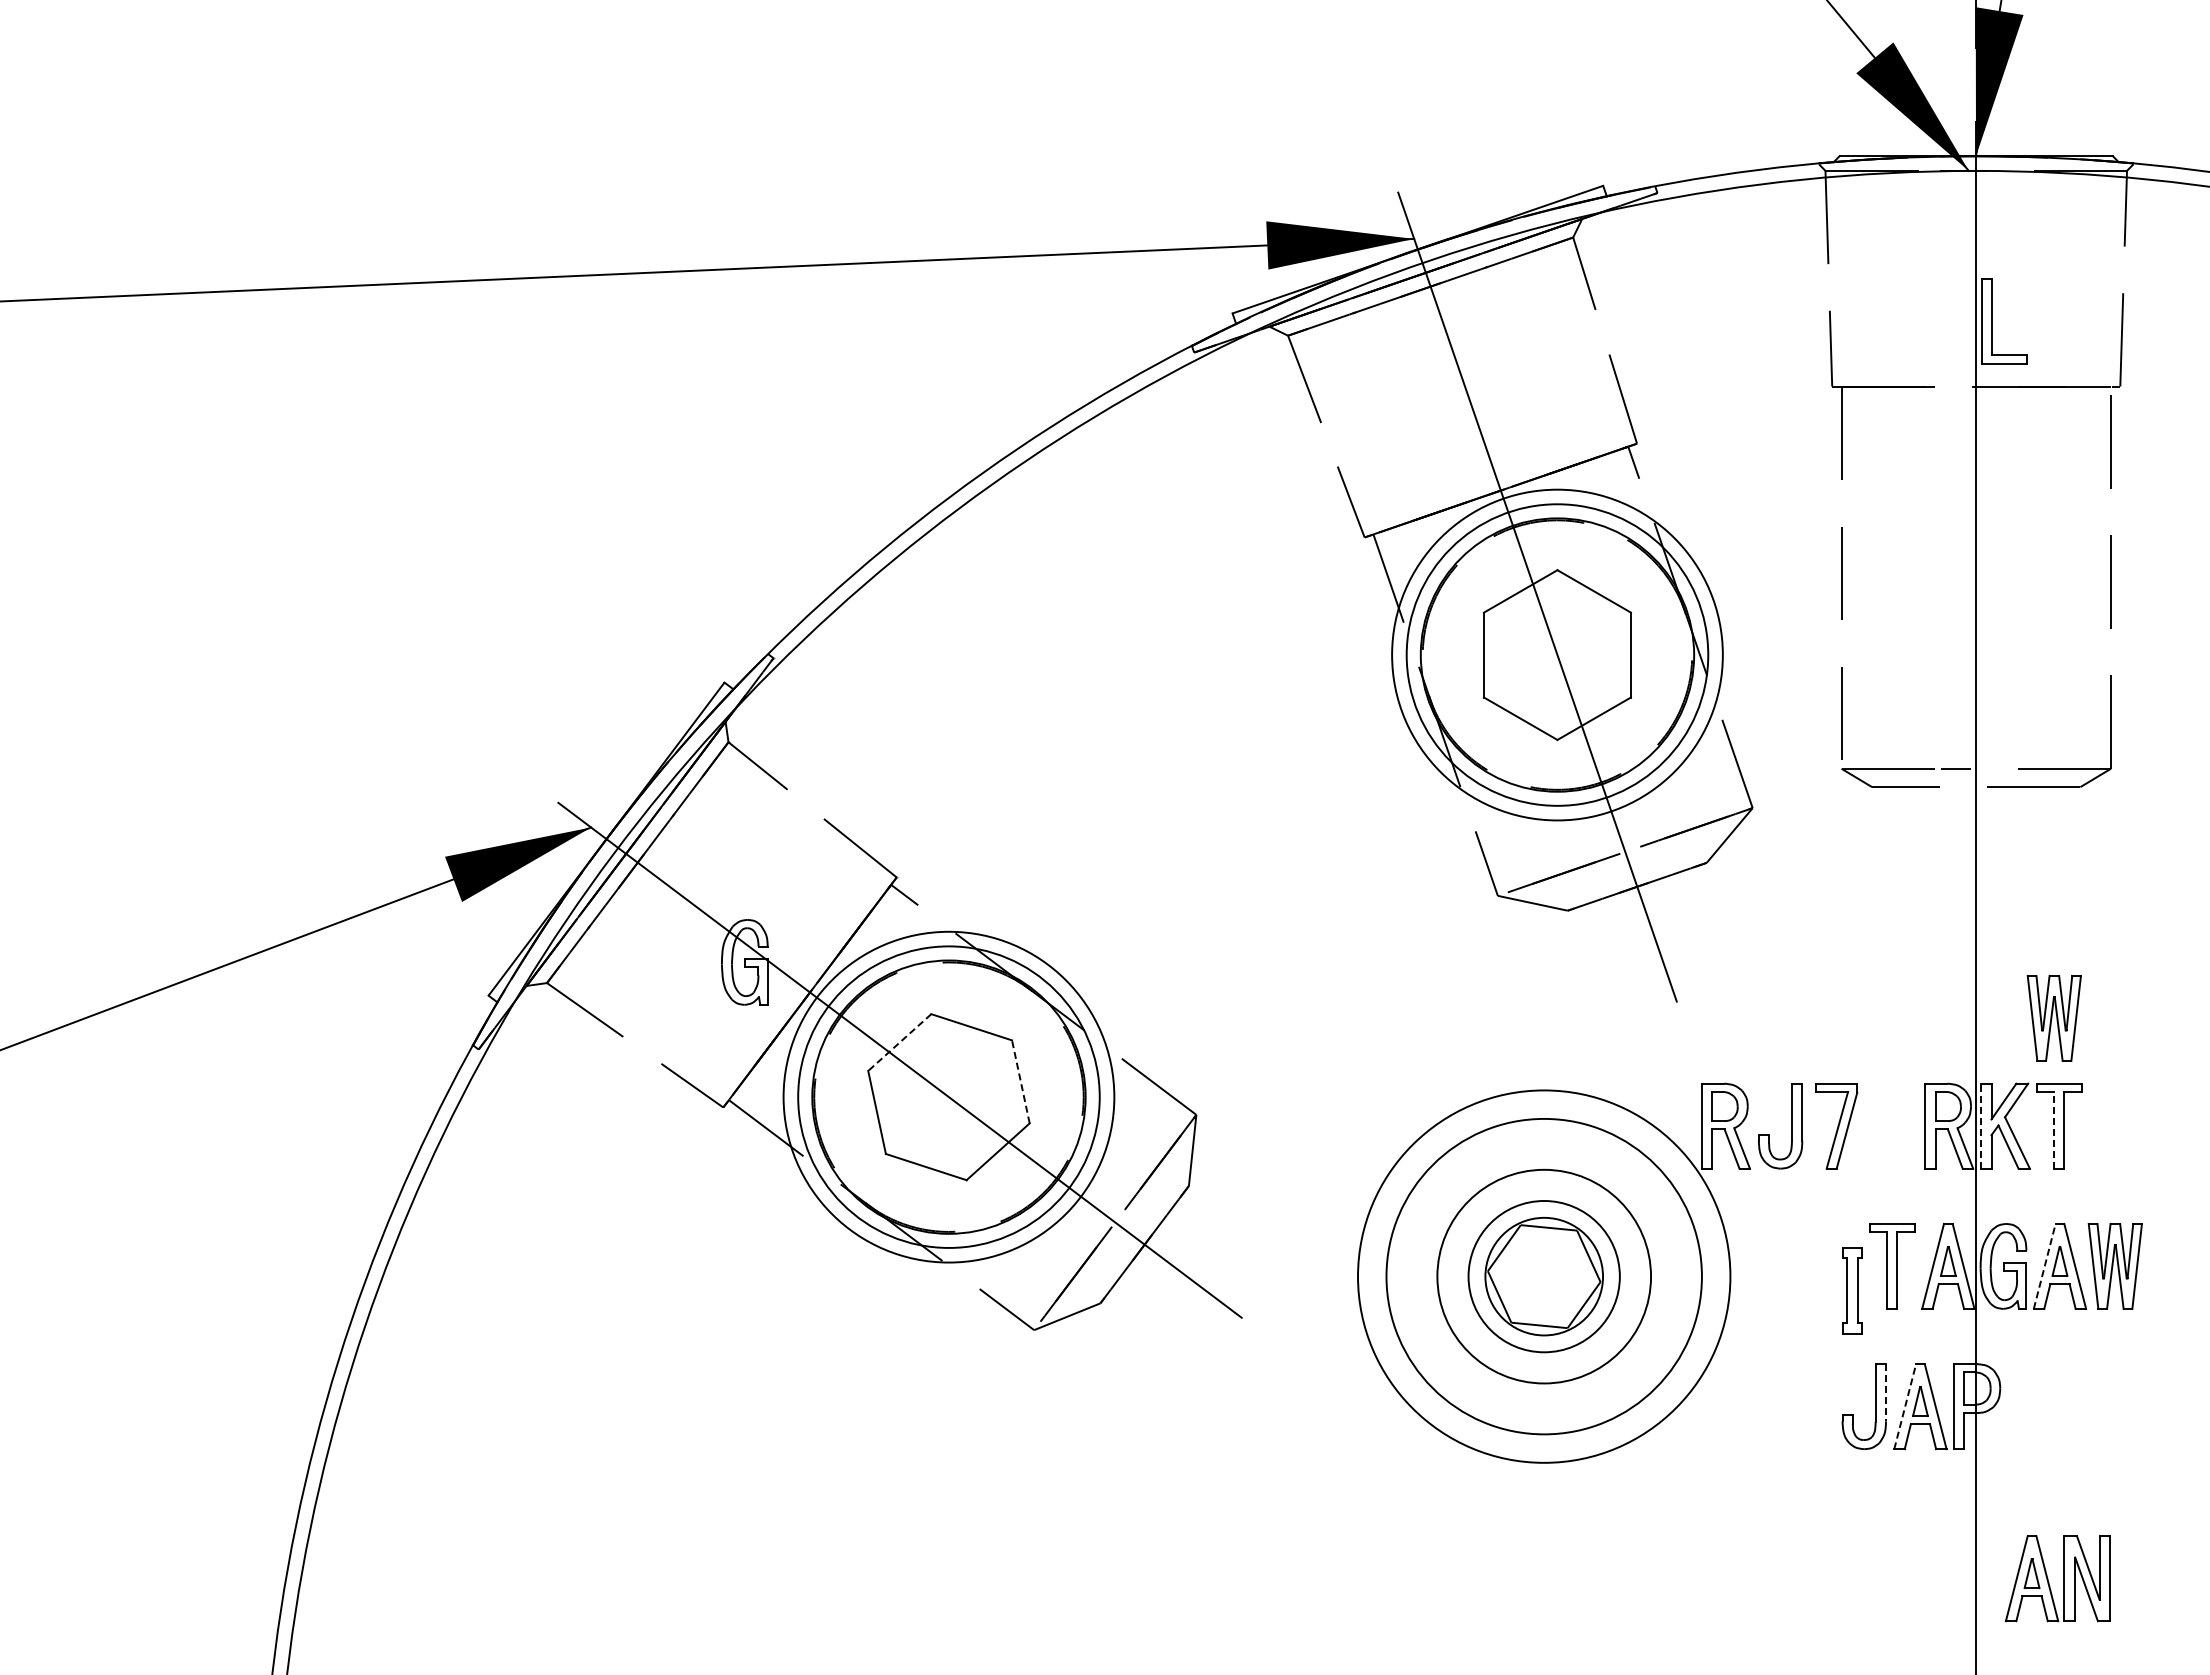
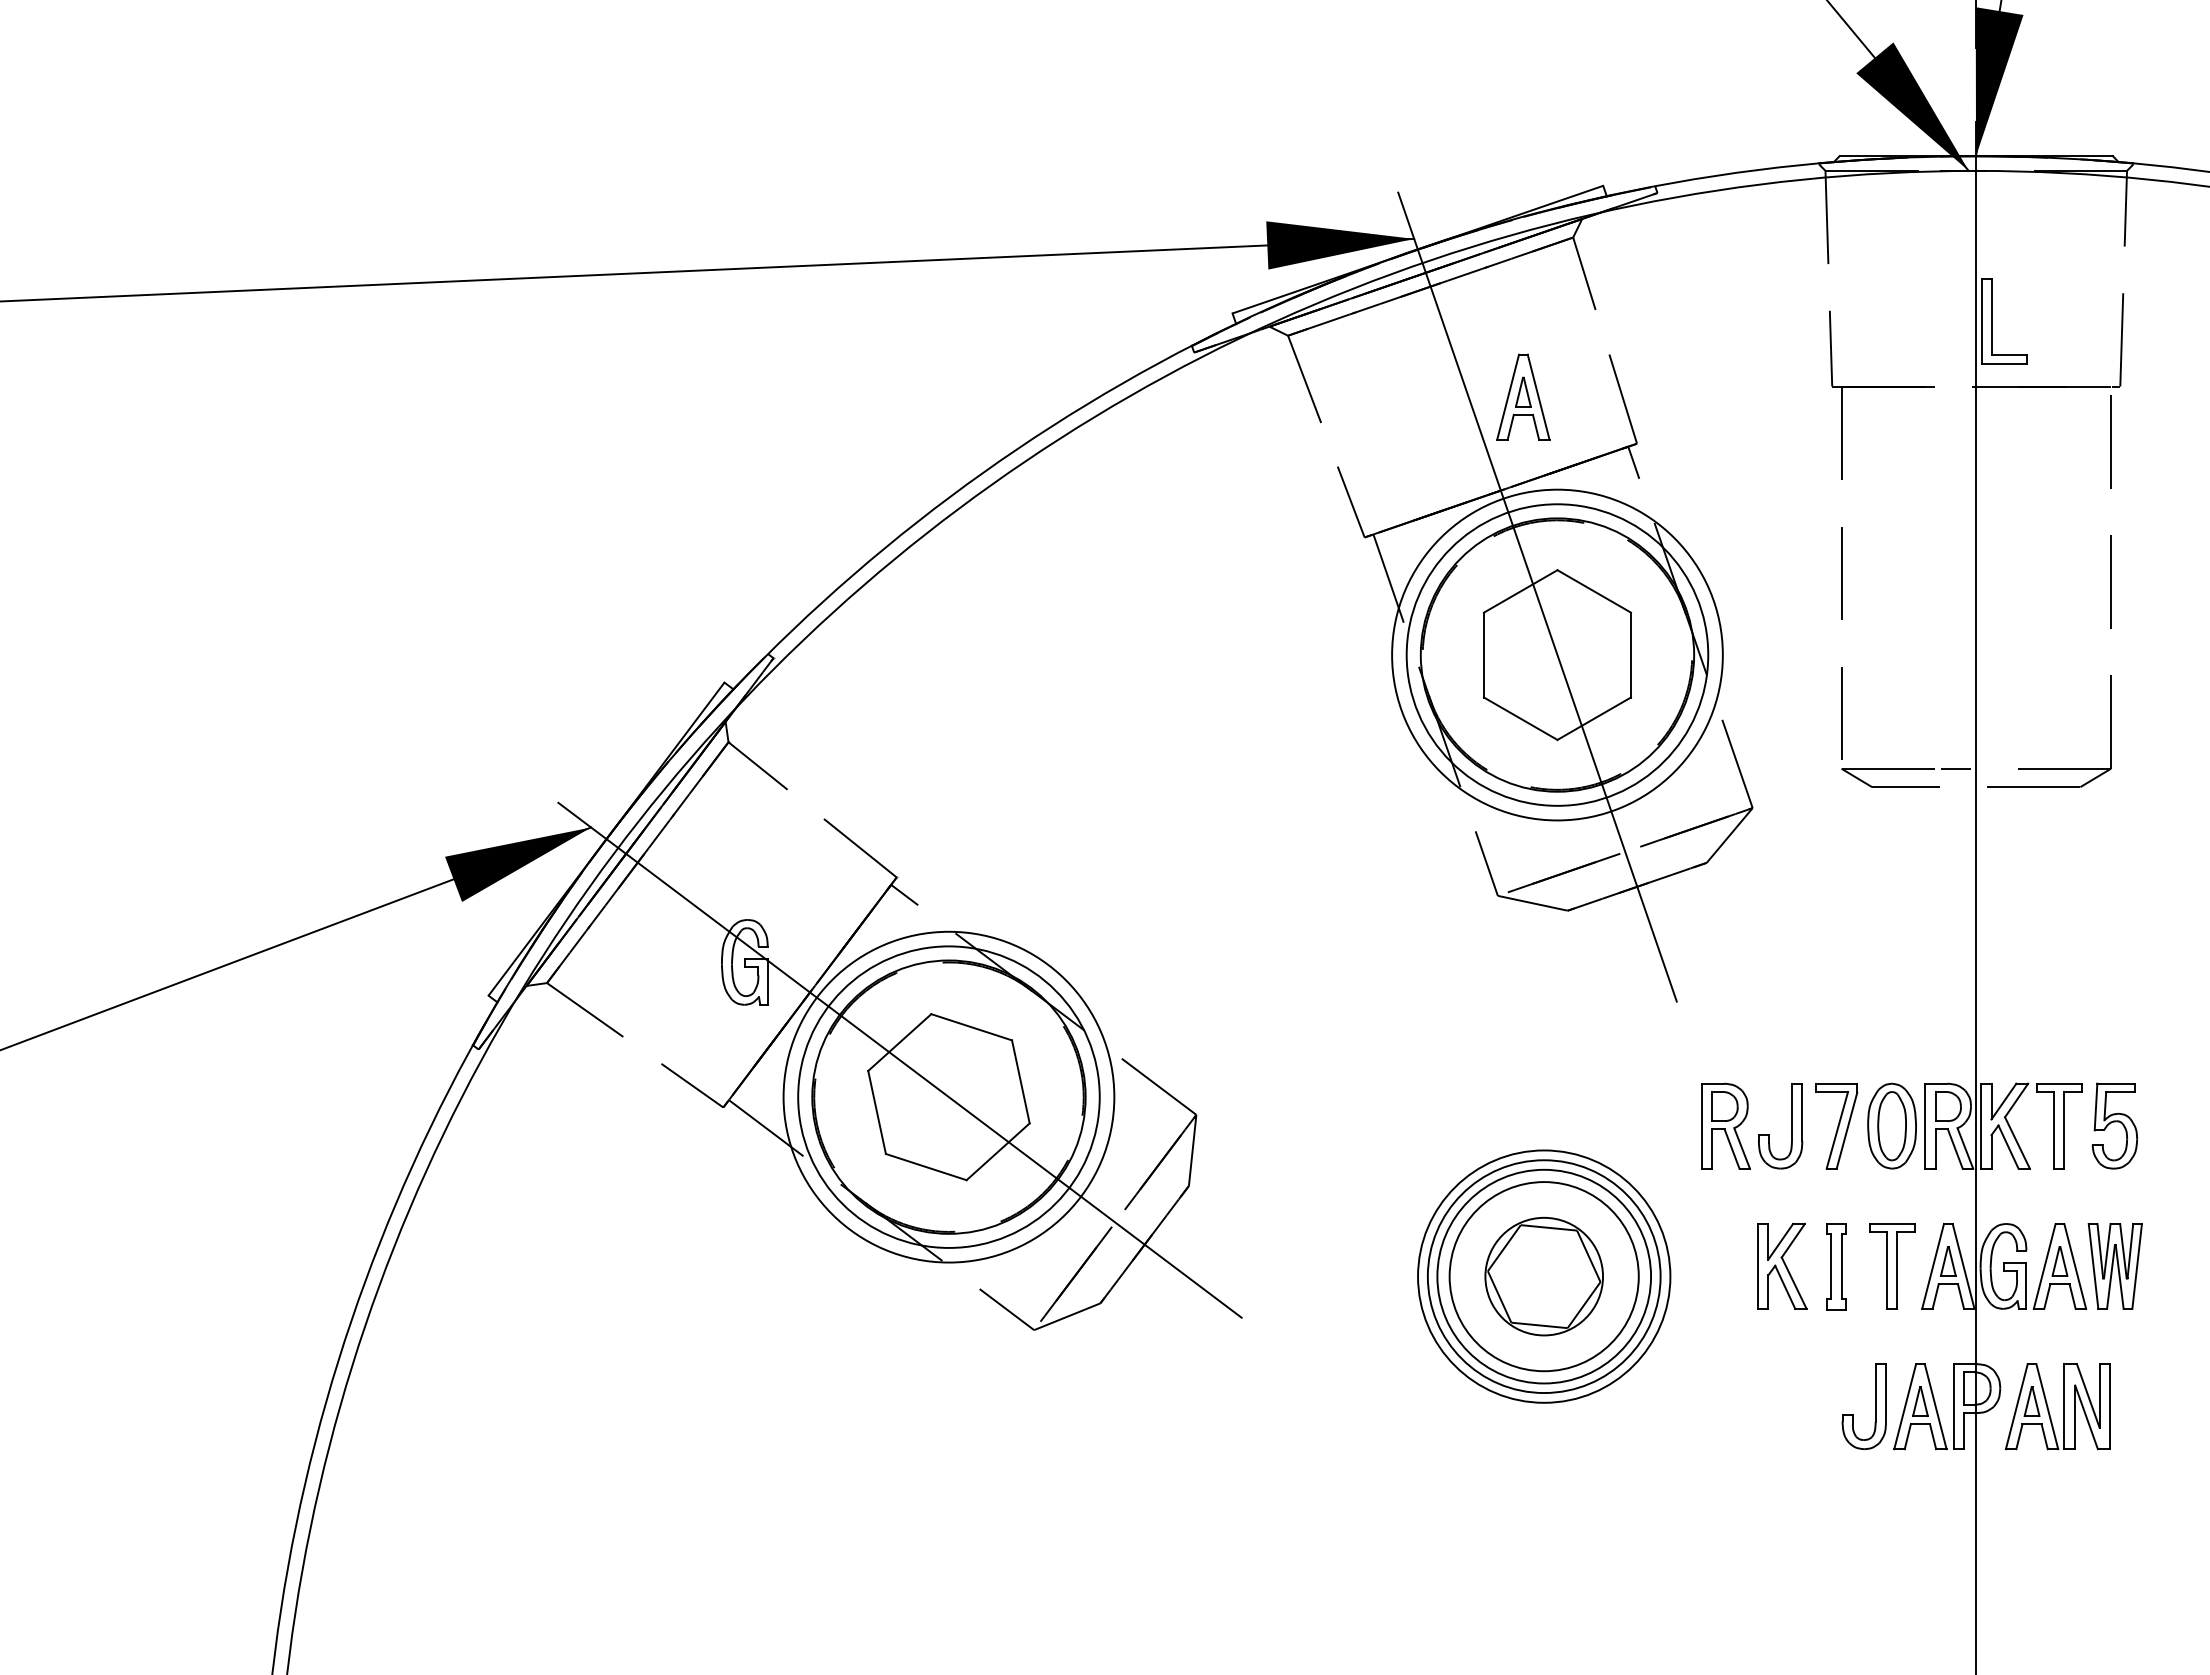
part at (1523, 396): none -> present
part at (2053, 1018): present -> none
line at (899, 1042): dashed -> solid
line at (1020, 1081): dashed -> solid
part at (1891, 1125): none -> present
line at (1981, 1125): dashed -> solid
part at (2114, 1125): none -> present
line at (2054, 1129): dashed -> solid
part at (1782, 1265): none -> present
line at (2044, 1266): dashed -> solid
circle at (1543, 1276) diameter: 151 px -> 189 px
circle at (1543, 1276) diameter: 315 px -> 252 px
circle at (1544, 1276) diameter: 372 px -> 233 px
part at (1852, 1290) position: (1852, 1290) -> (1836, 1266)
line at (1886, 1392): dashed -> solid
line at (1905, 1406): dashed -> solid
part at (2057, 1578) position: (2057, 1578) -> (2057, 1406)
